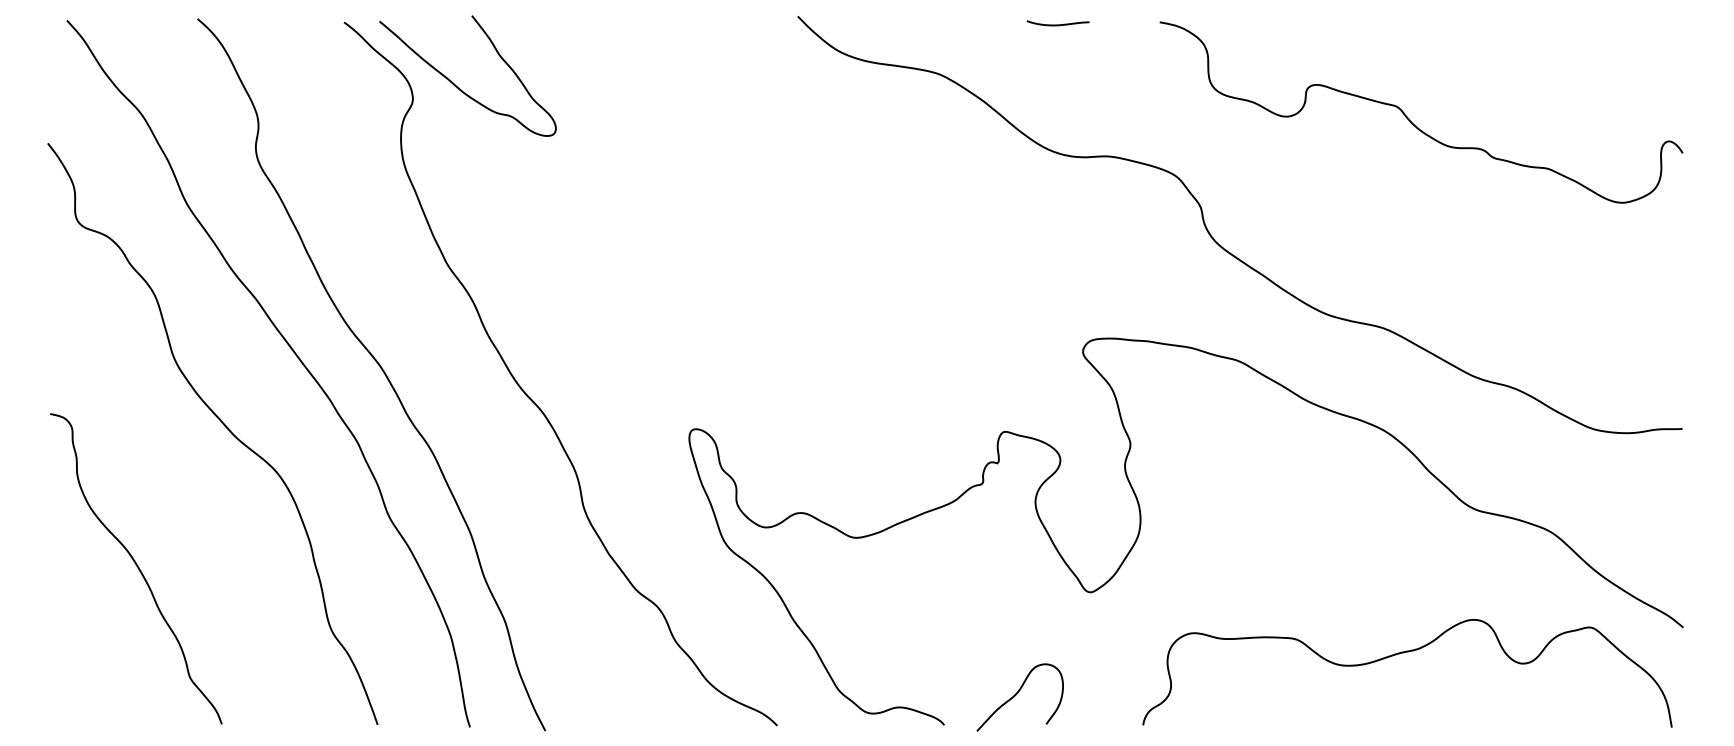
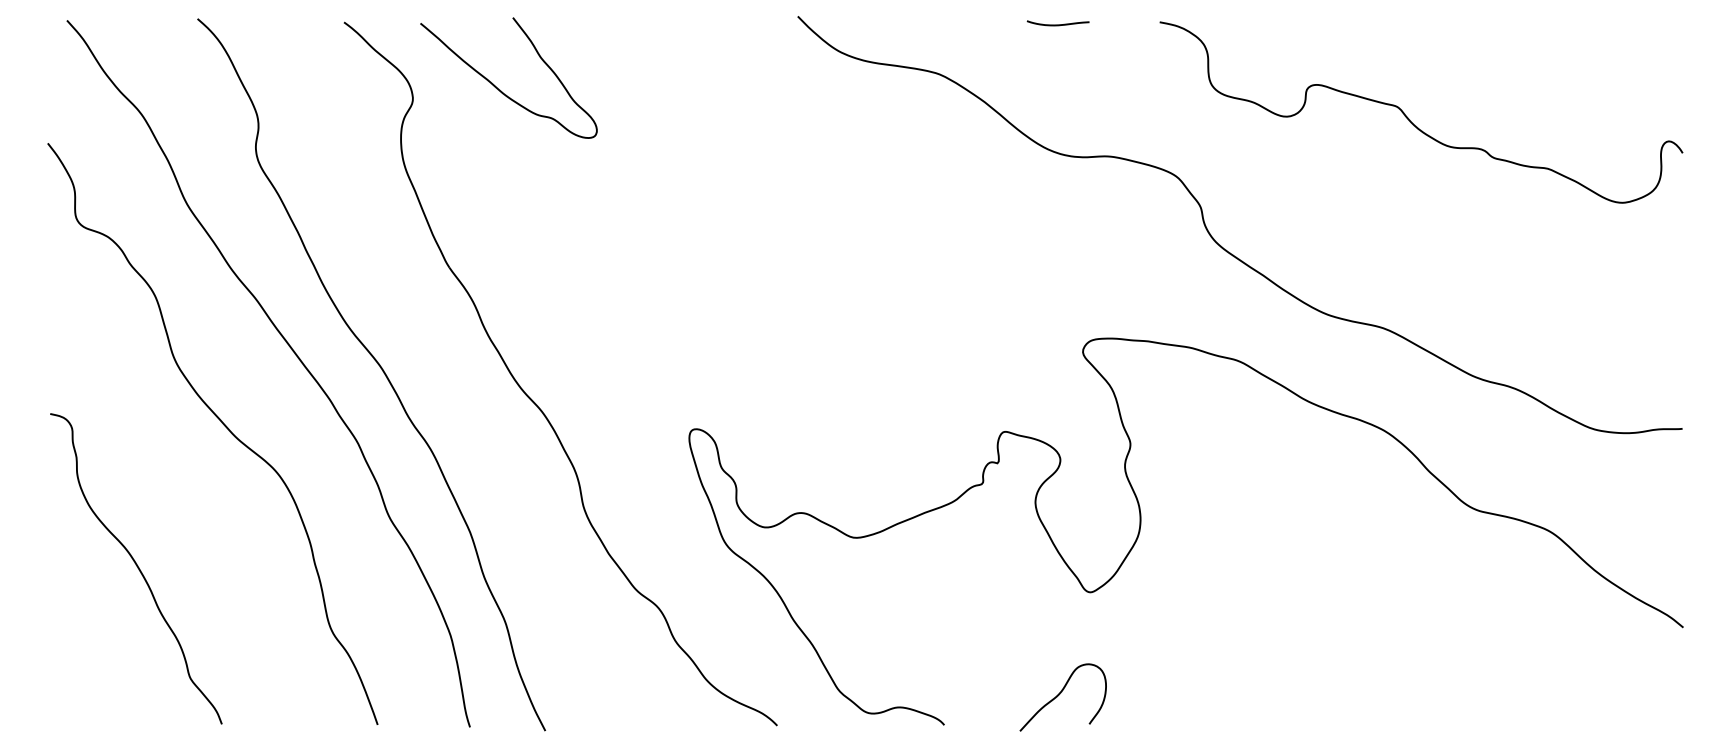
curve at (460, 88) position: (460, 88) -> (501, 90)
curve at (1403, 653): present -> none
curve at (1017, 694) position: (1017, 694) -> (1060, 694)
